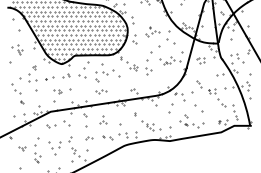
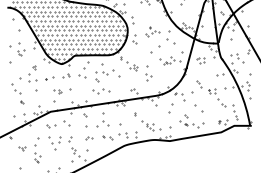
part at (17, 49) size: 13x12 px -> 17x15 px
part at (148, 67) position: (148, 67) -> (148, 73)
part at (101, 91) size: 13x6 px -> 19x7 px
part at (103, 119) size: 9x10 px -> 14x16 px
part at (54, 148) position: (54, 148) -> (54, 143)
